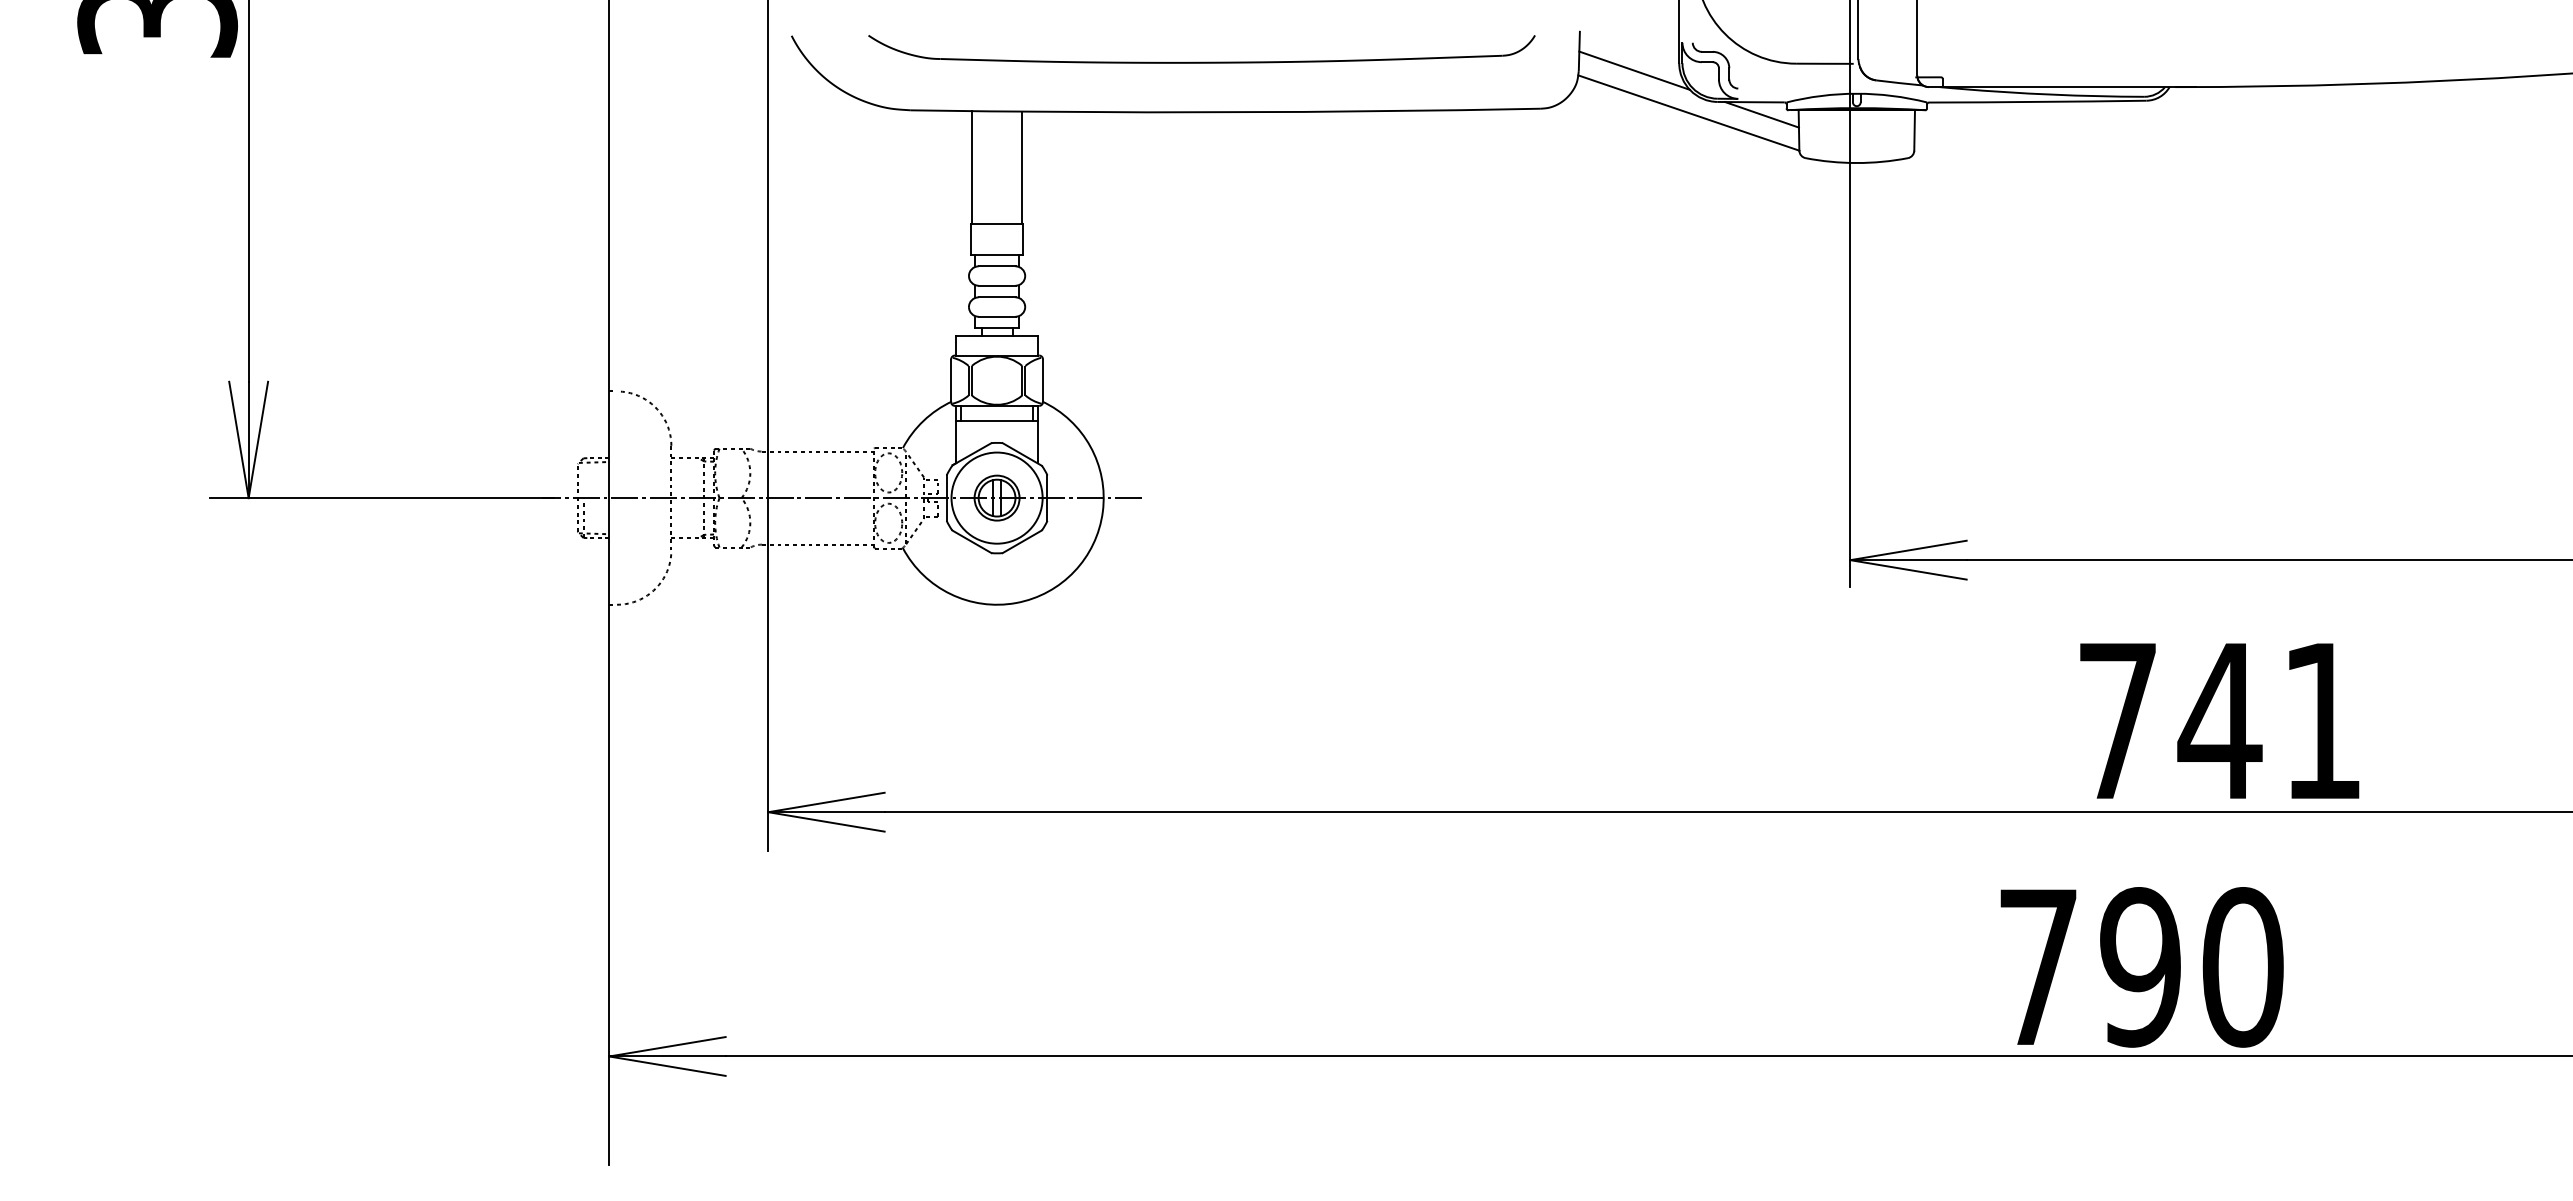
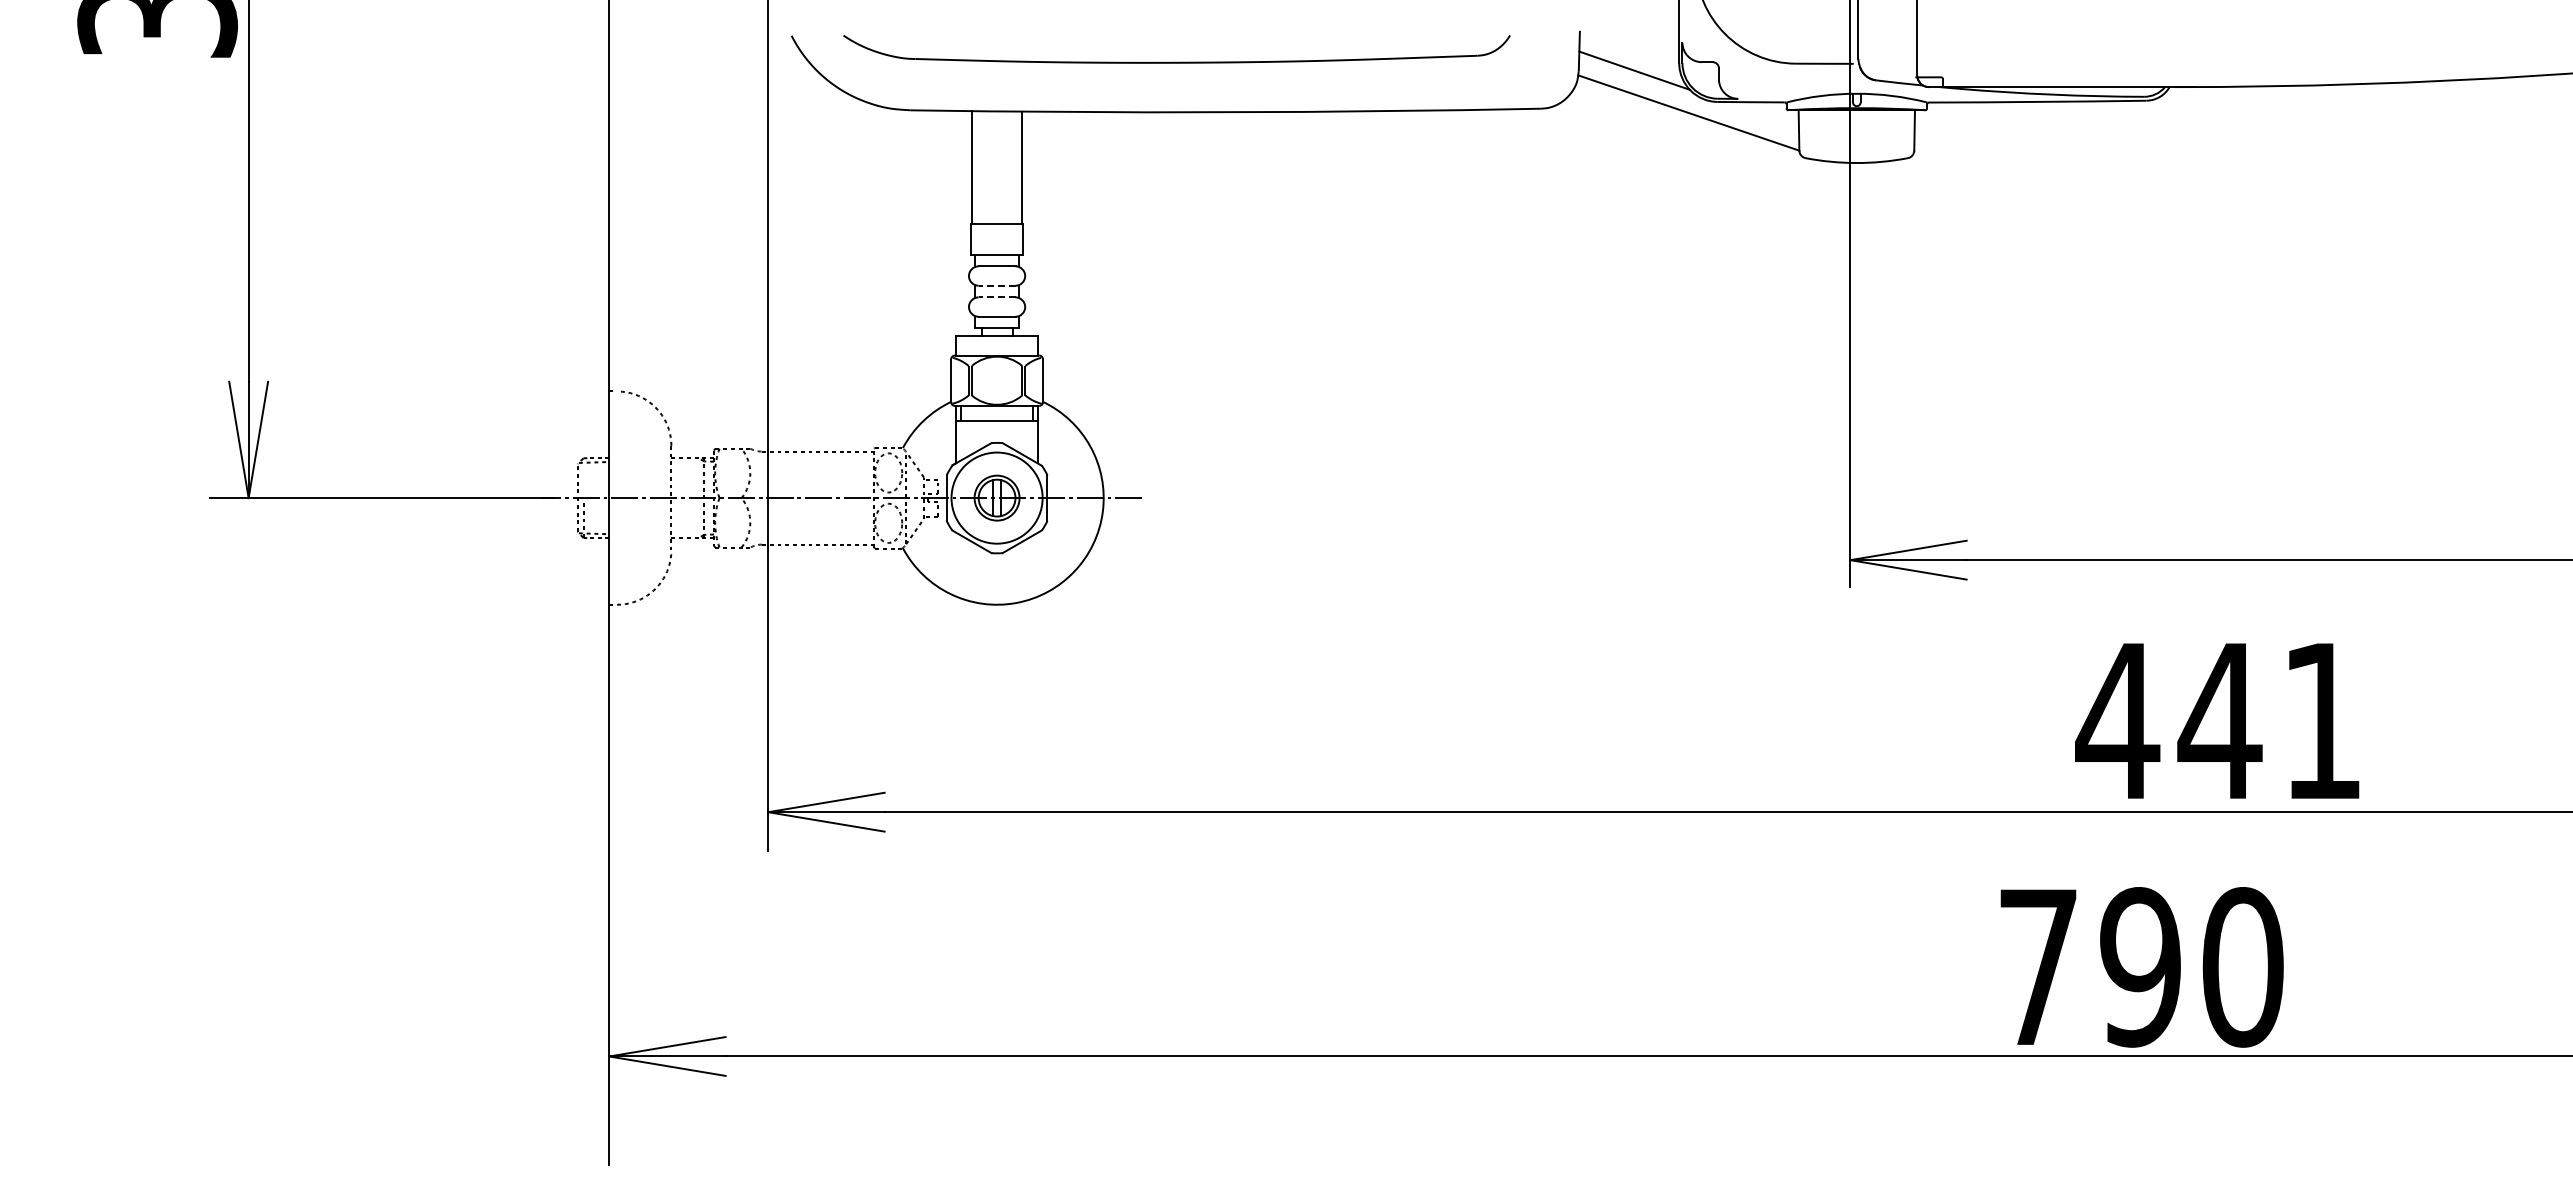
part at (1722, 56): present -> none
part at (1201, 61) position: (1201, 61) -> (1176, 61)
line at (1761, 114): present -> none
line at (996, 285): solid -> dashed
line at (996, 297): solid -> dashed
text at (2117, 720): 741 -> 441
